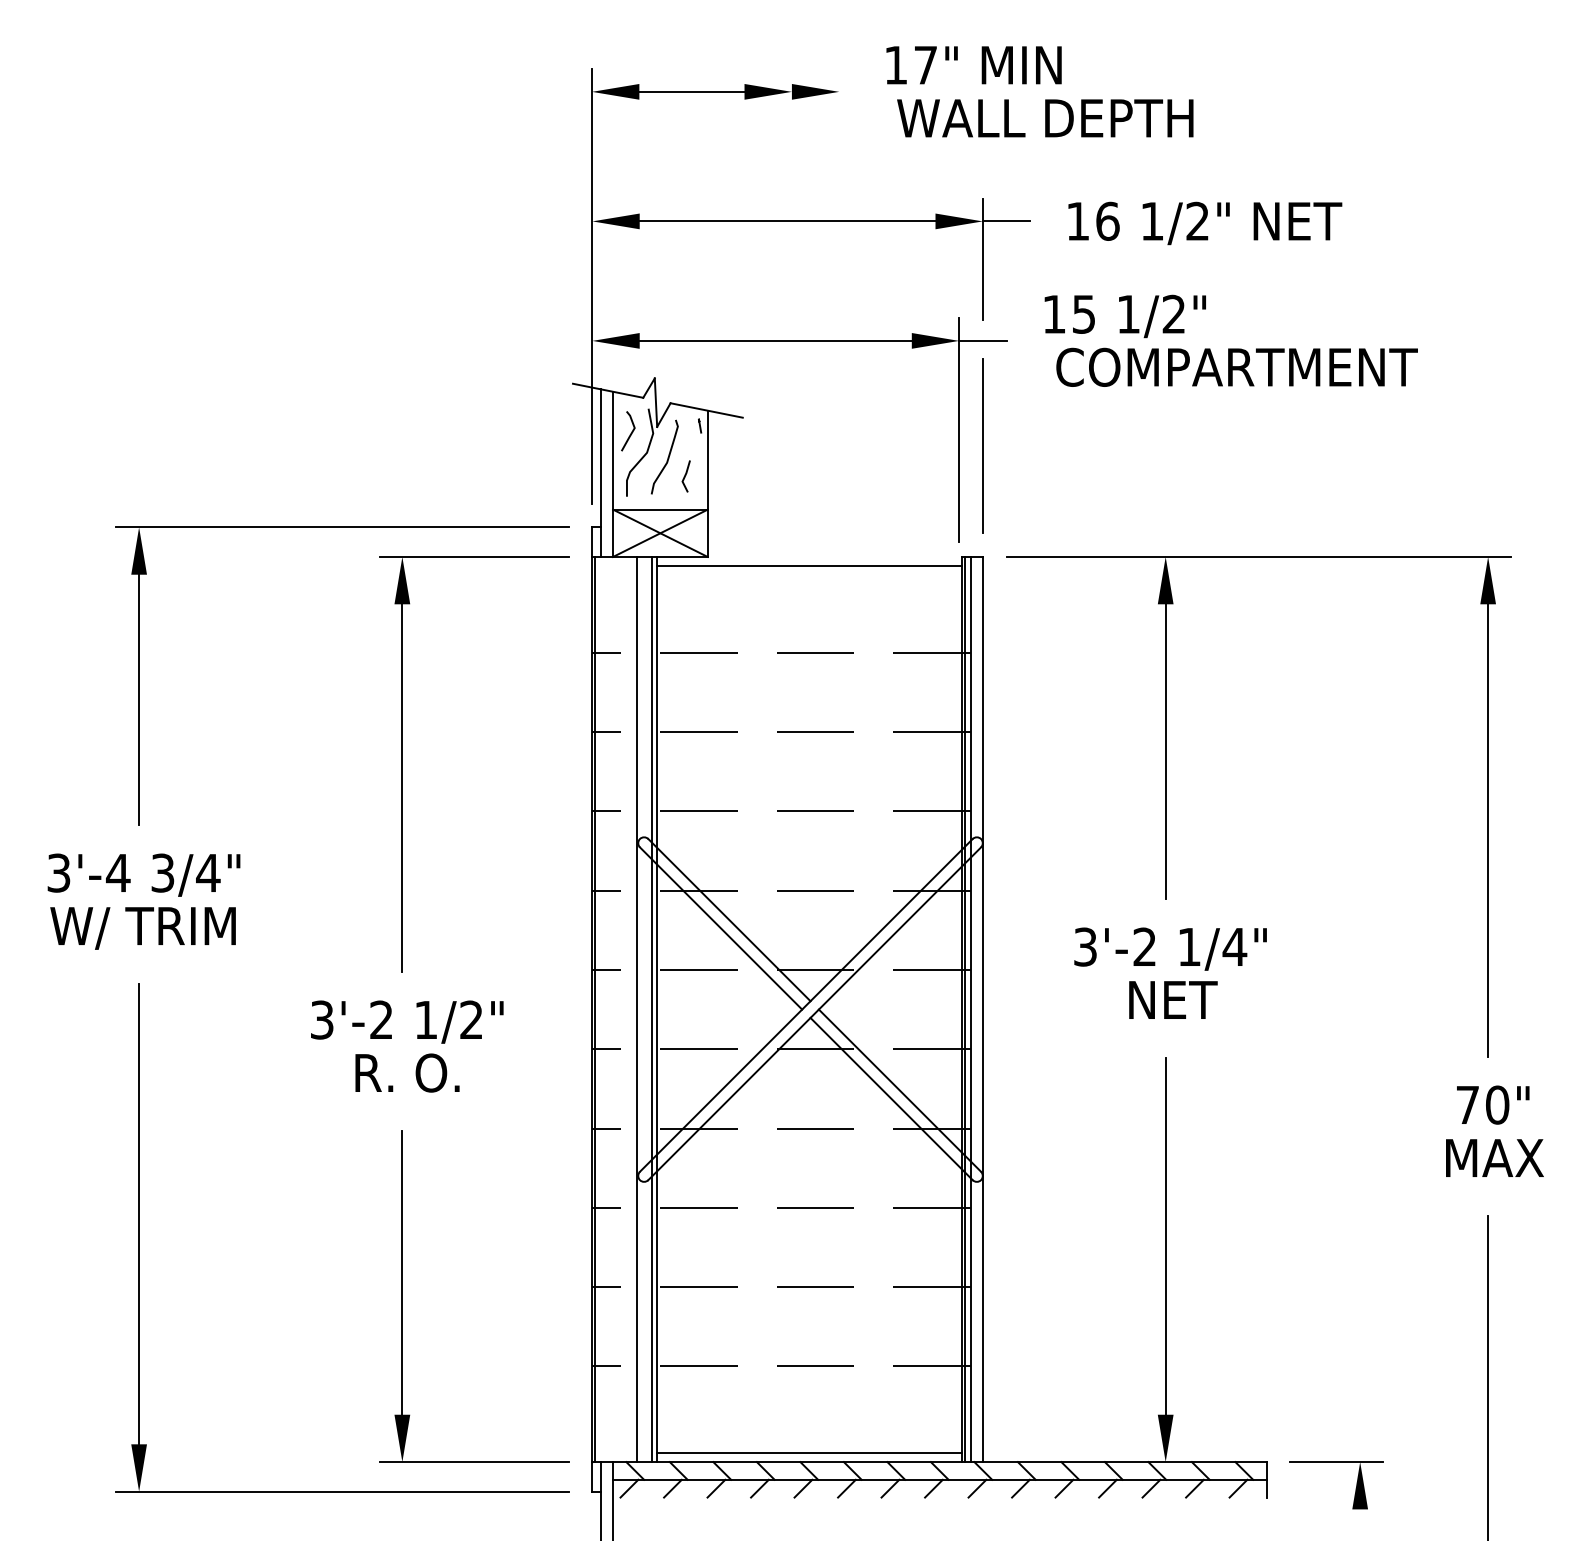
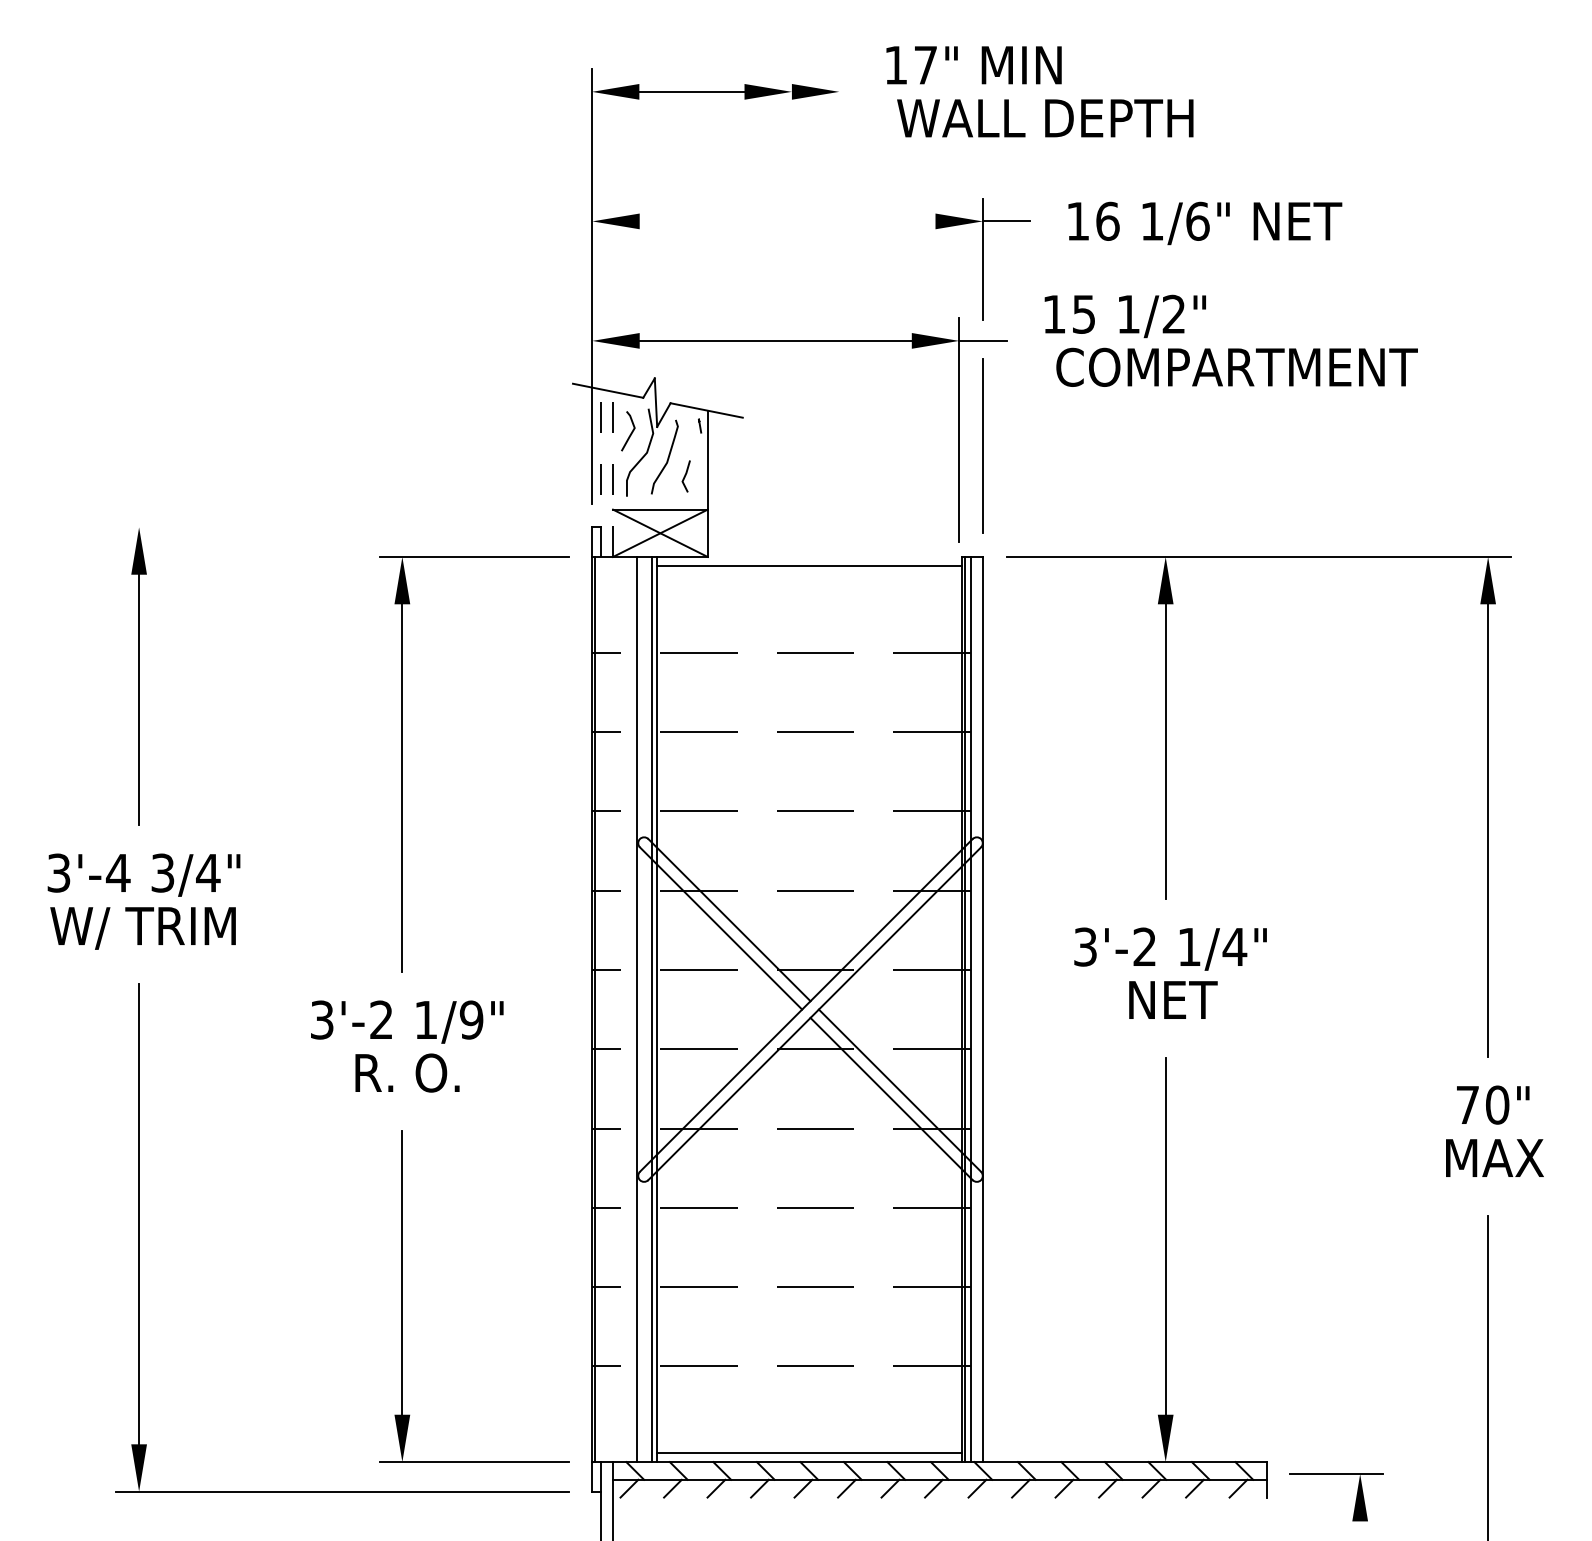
text at (1197, 220): 1/2" -> 1/6"
line at (787, 221): present -> none
line at (601, 473): solid -> dashed
line at (613, 474): solid -> dashed
line at (342, 527): present -> none
text at (471, 1019): 1/2" -> 1/9"
part at (1355, 1488) position: (1355, 1488) -> (1355, 1500)
